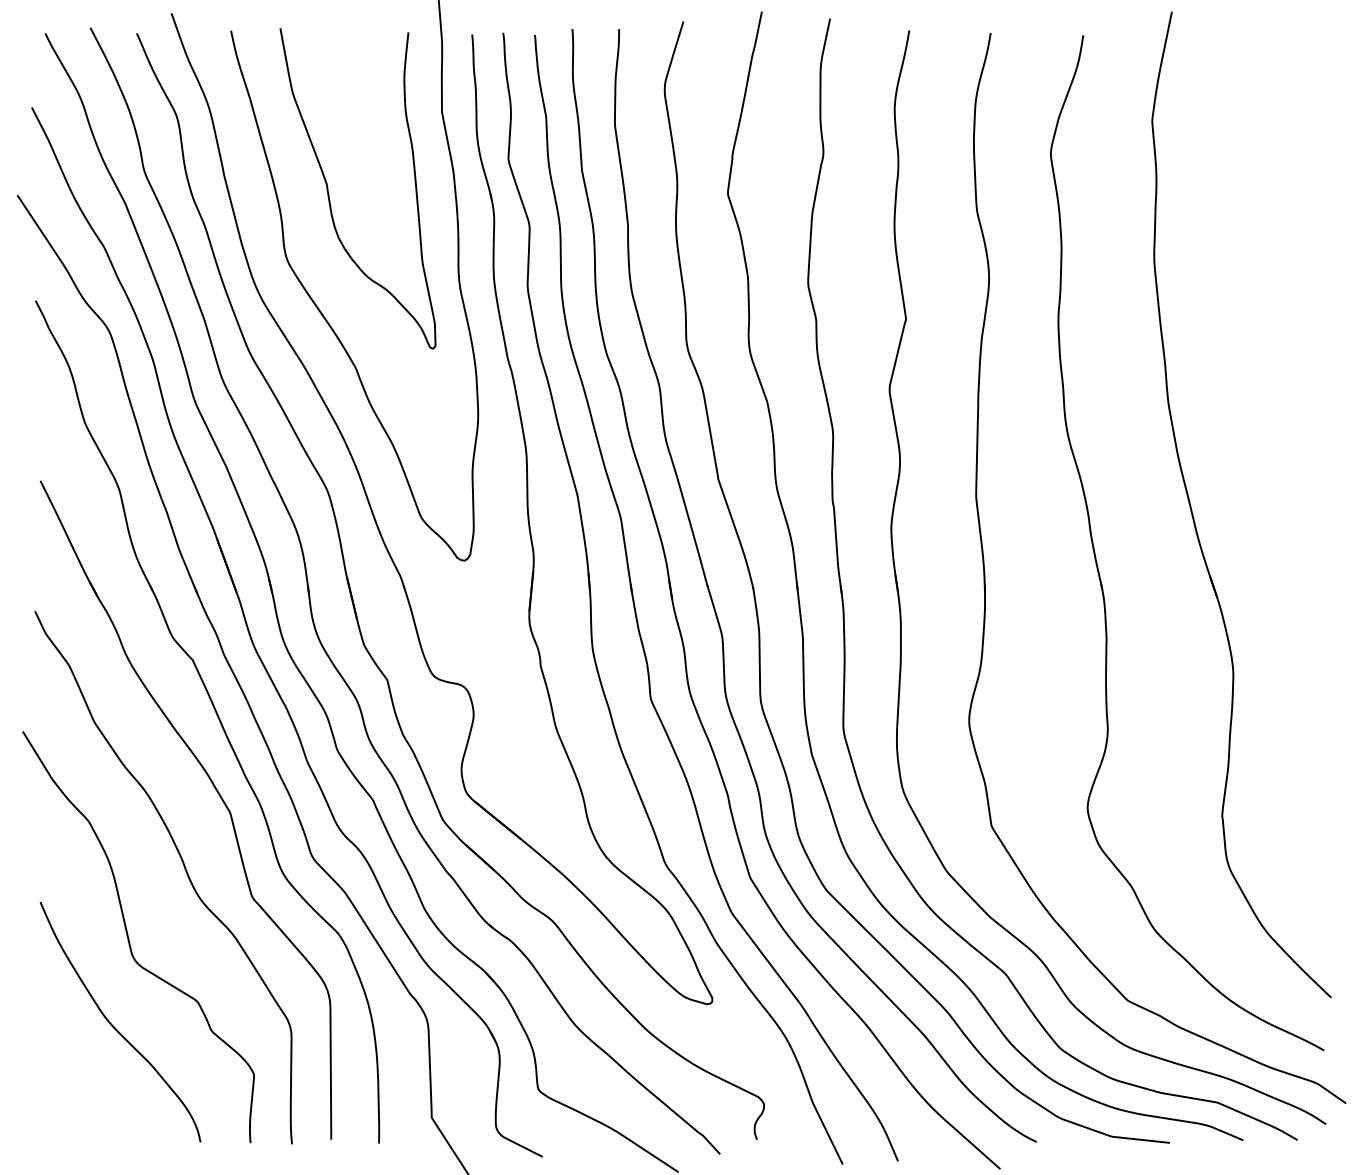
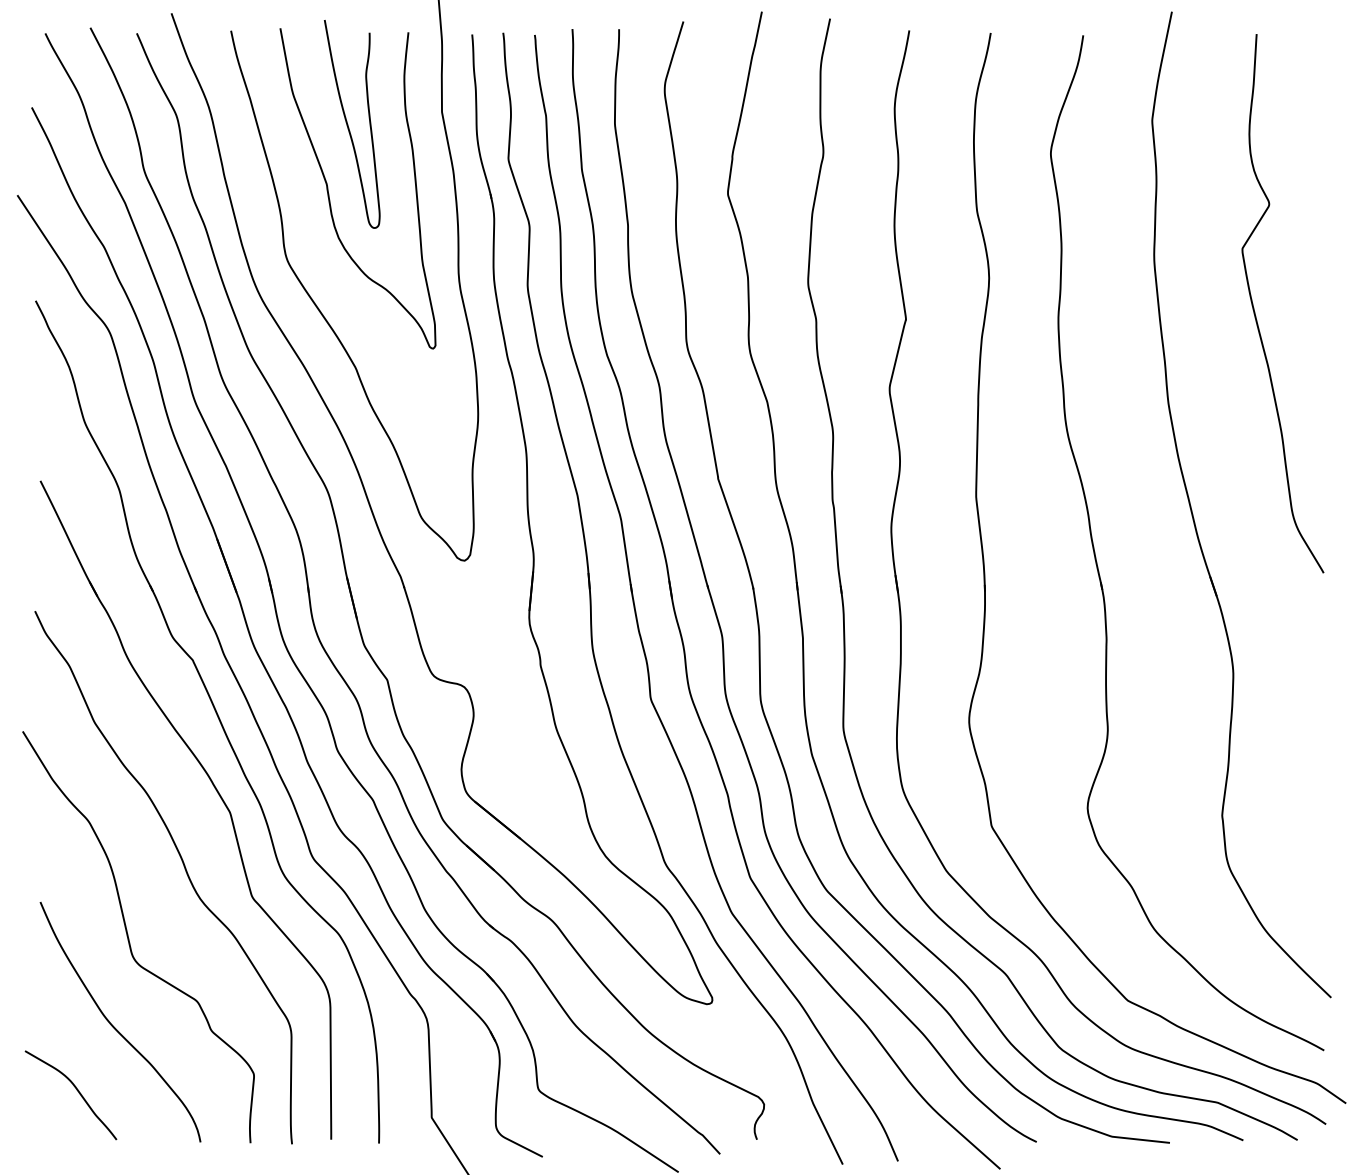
curve at (348, 124): none -> present
curve at (1255, 311): none -> present
curve at (76, 1090): none -> present
